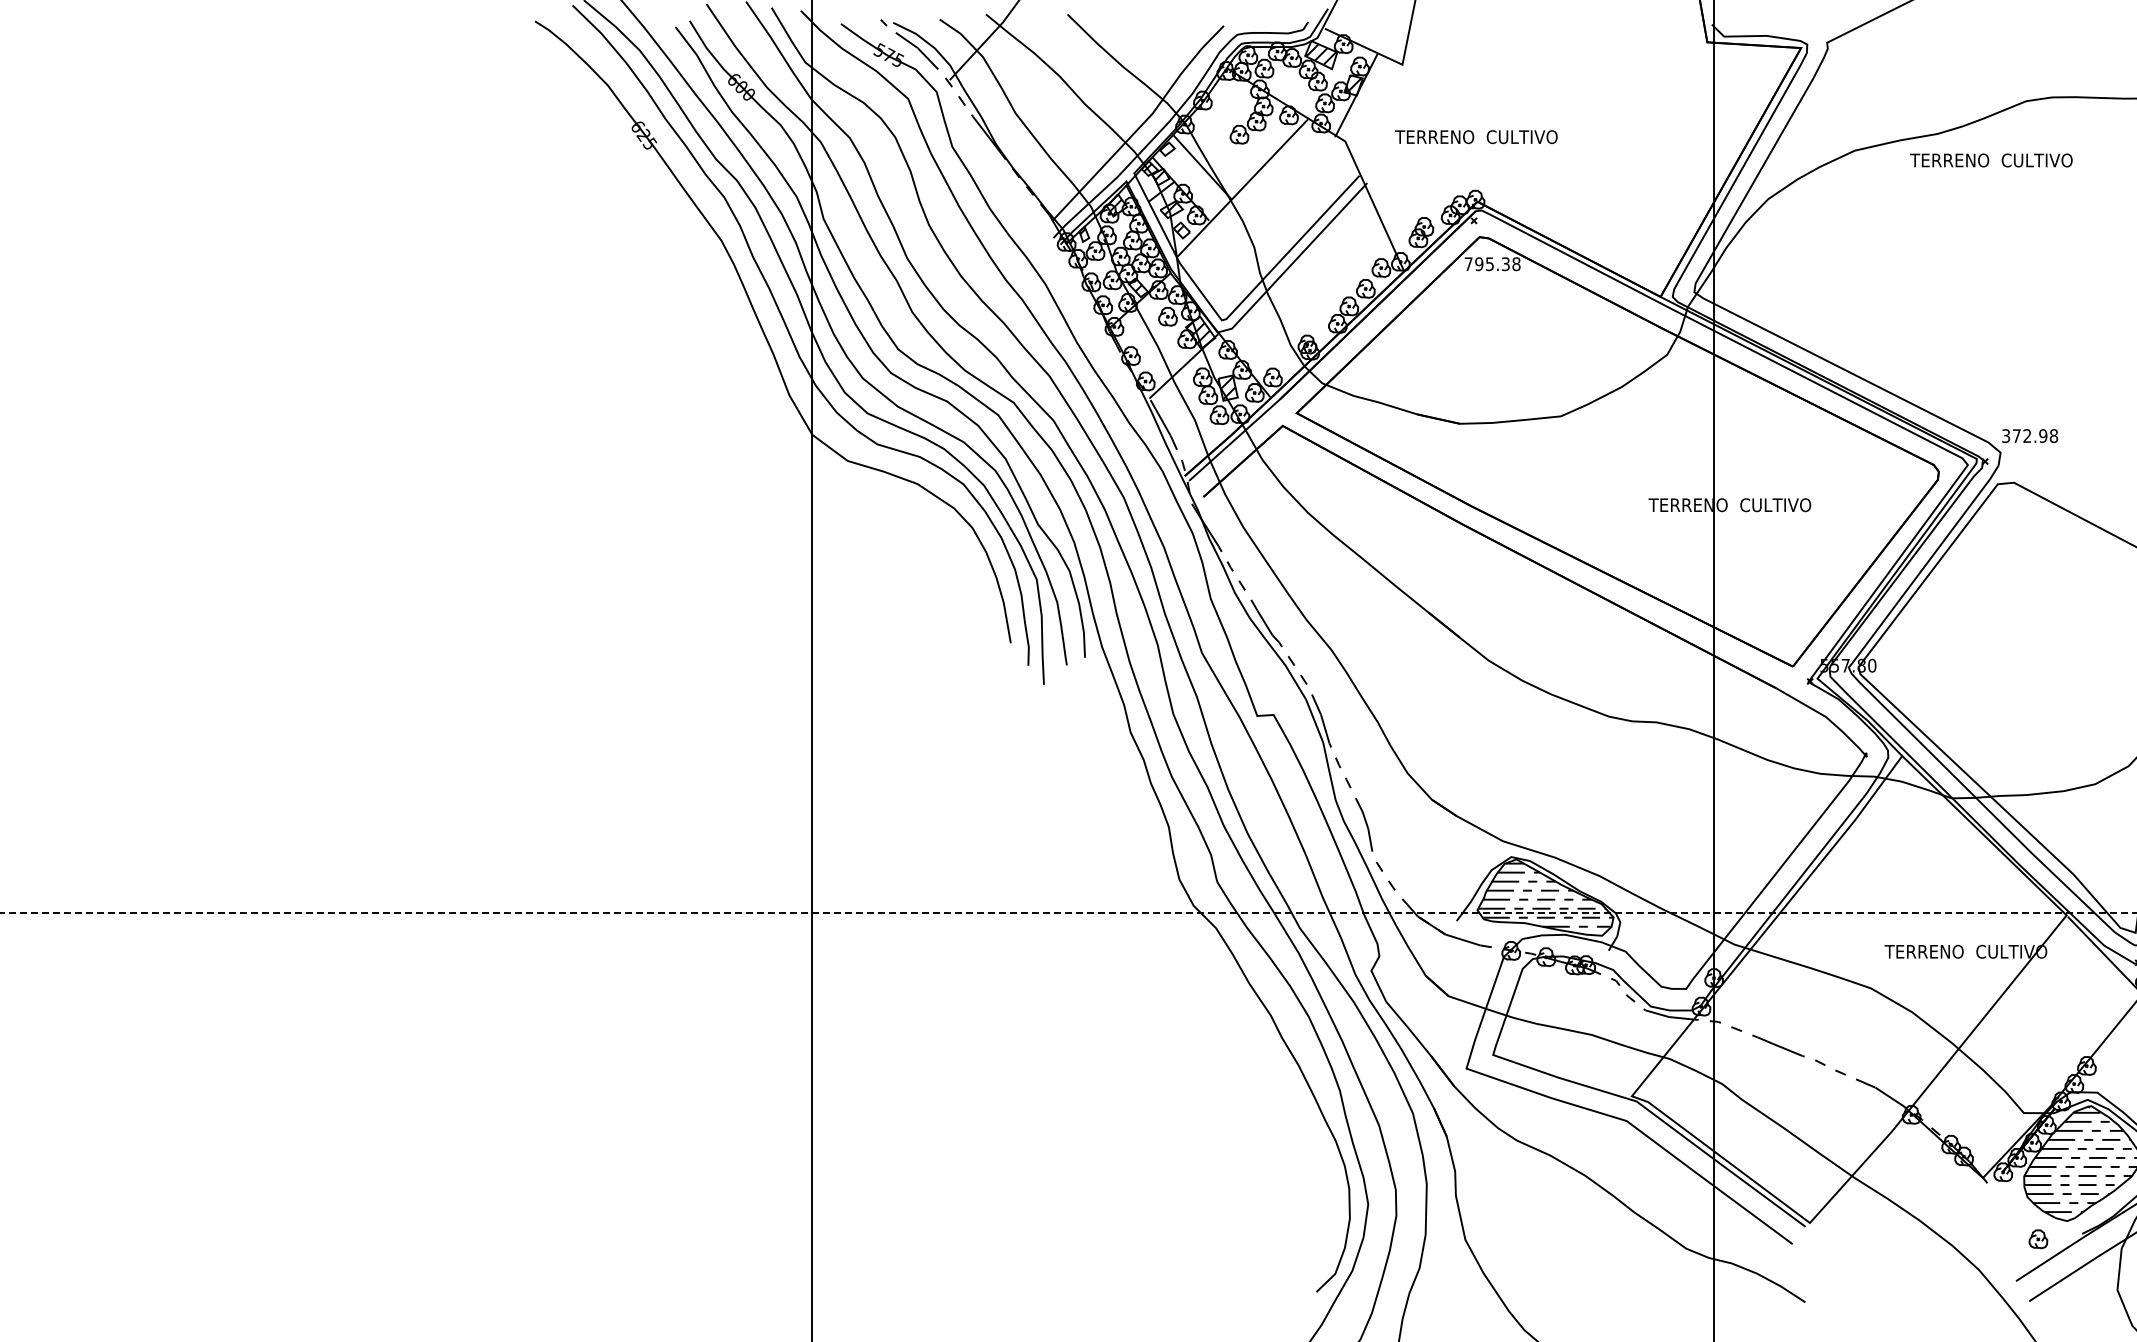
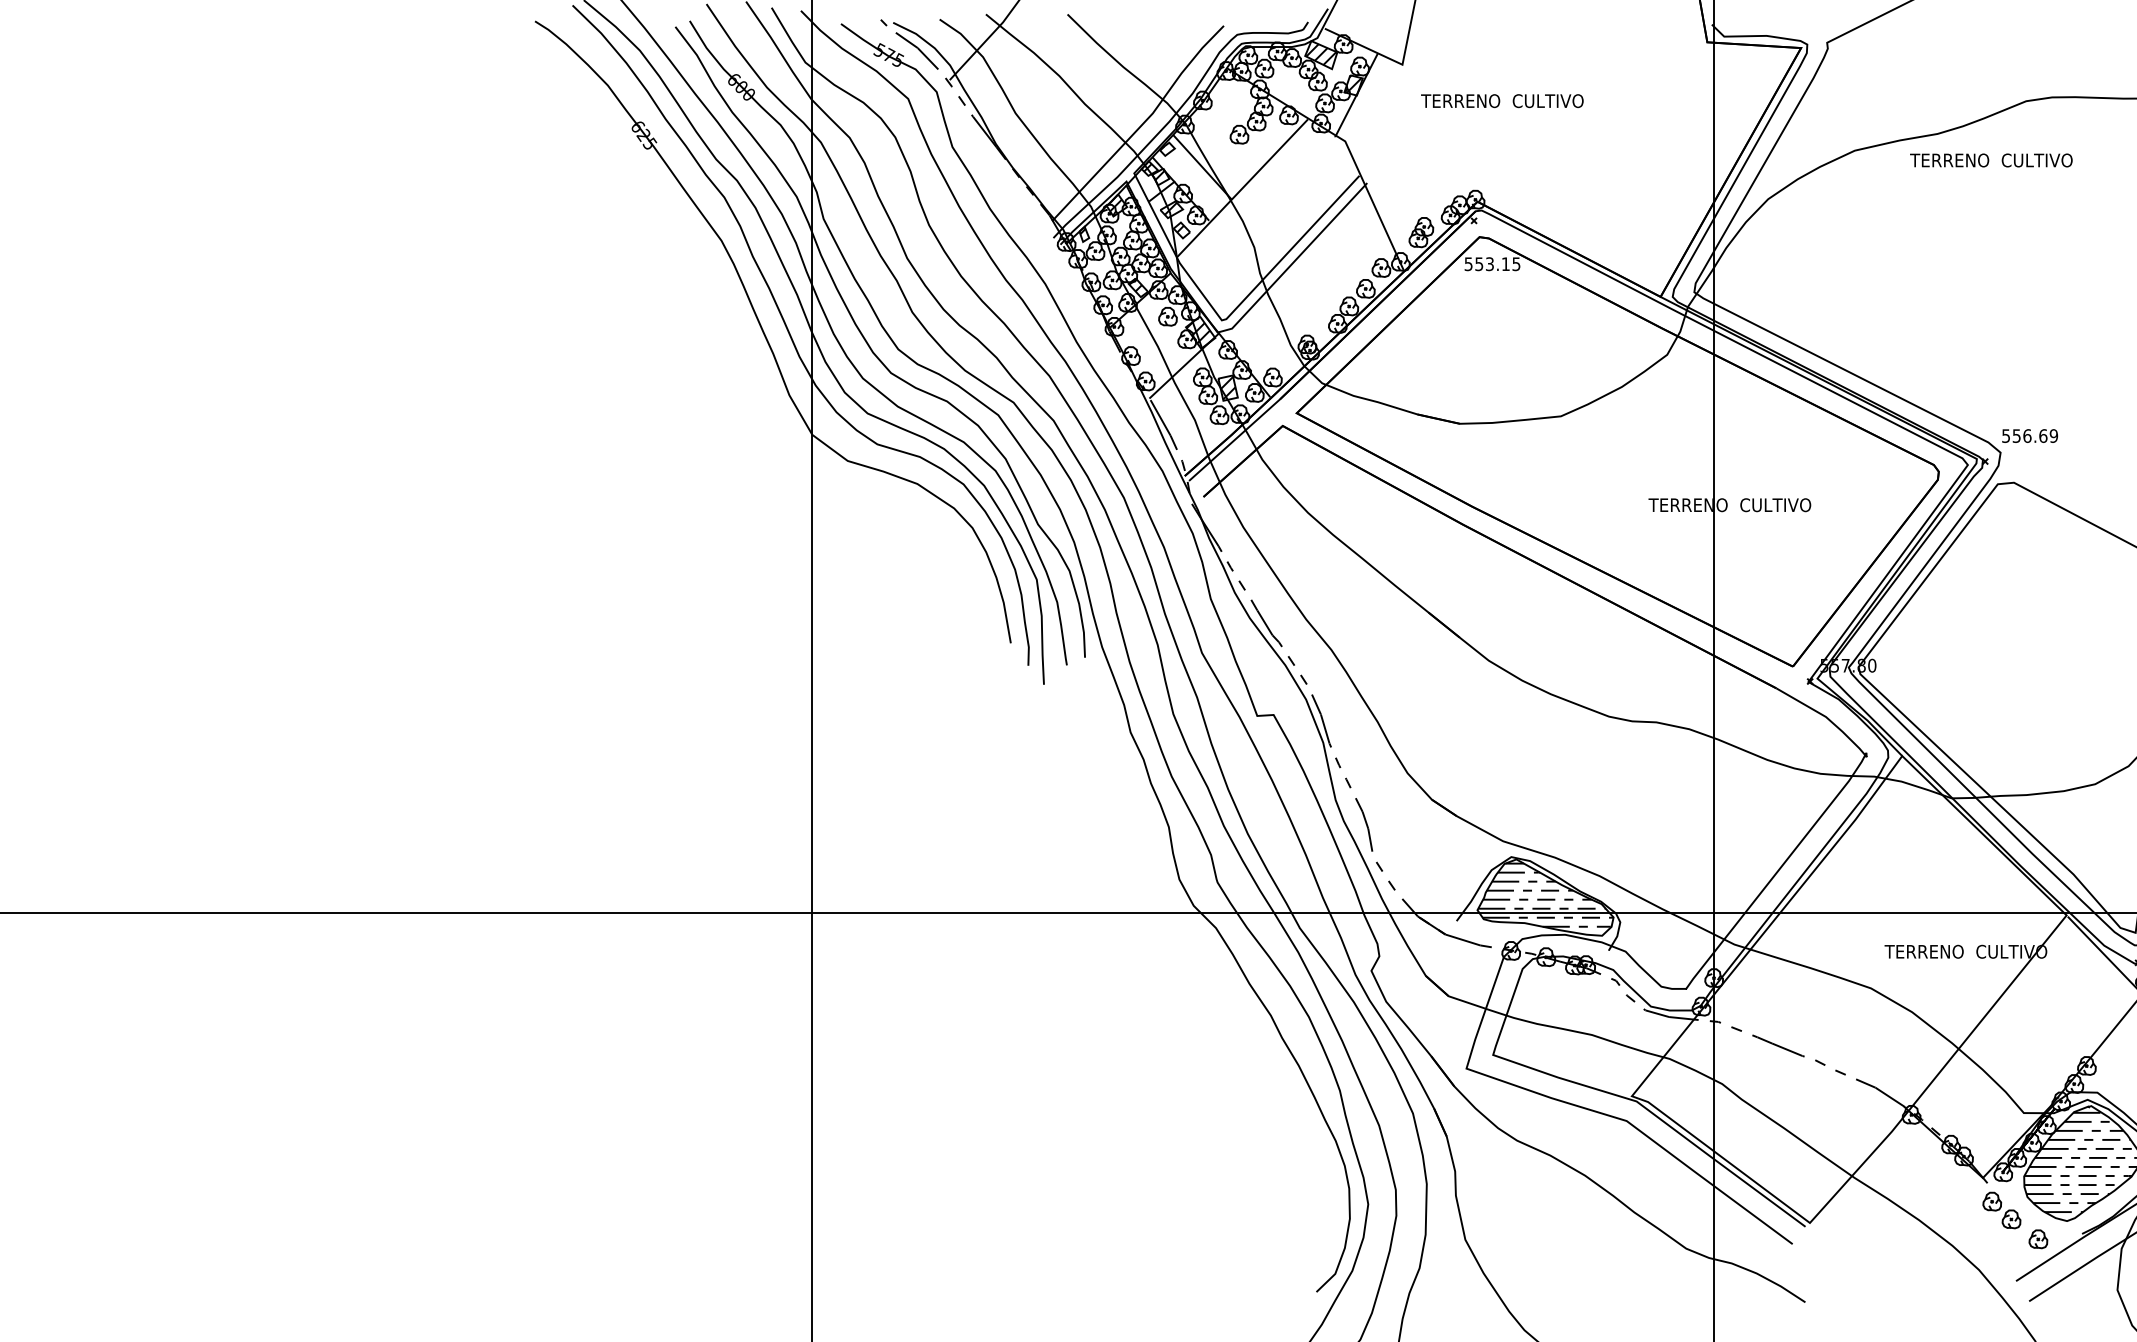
text at (1476, 137) position: (1476, 137) -> (1502, 101)
text at (1492, 264): 795.38 -> 553.15
text at (2030, 435): 372.98 -> 556.69
line at (1068, 913): dashed -> solid
part at (2001, 1210): none -> present
